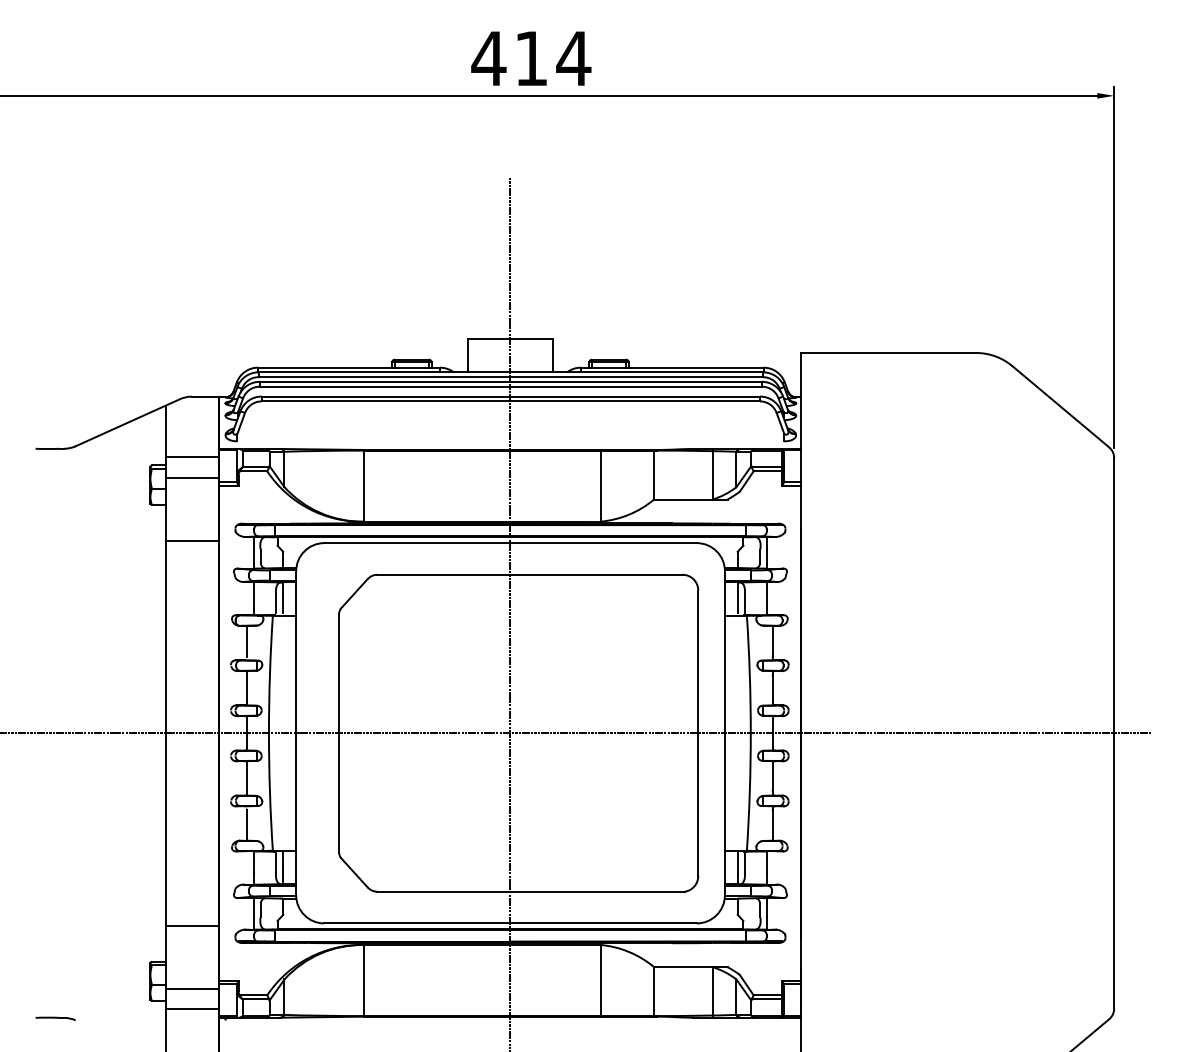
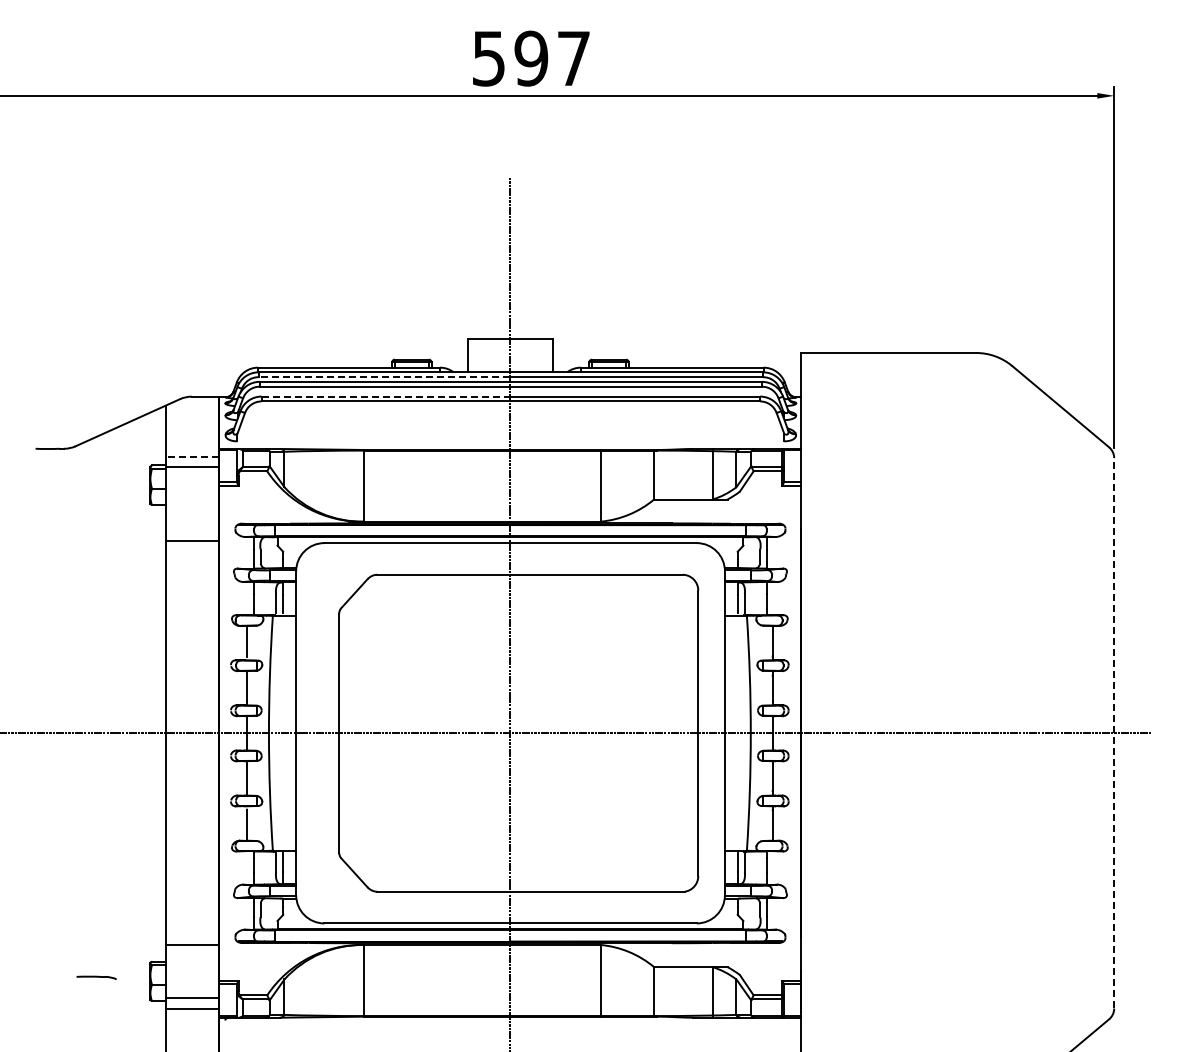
text at (531, 58): 414 -> 597
line at (384, 377): solid -> dashed
line at (386, 396): solid -> dashed
line at (192, 457): solid -> dashed
line at (192, 477) position: (192, 477) -> (192, 466)
line at (1114, 732): solid -> dashed
line at (192, 925) position: (192, 925) -> (192, 944)
line at (192, 988) position: (192, 988) -> (192, 997)
line at (55, 1018) position: (55, 1018) -> (96, 977)
